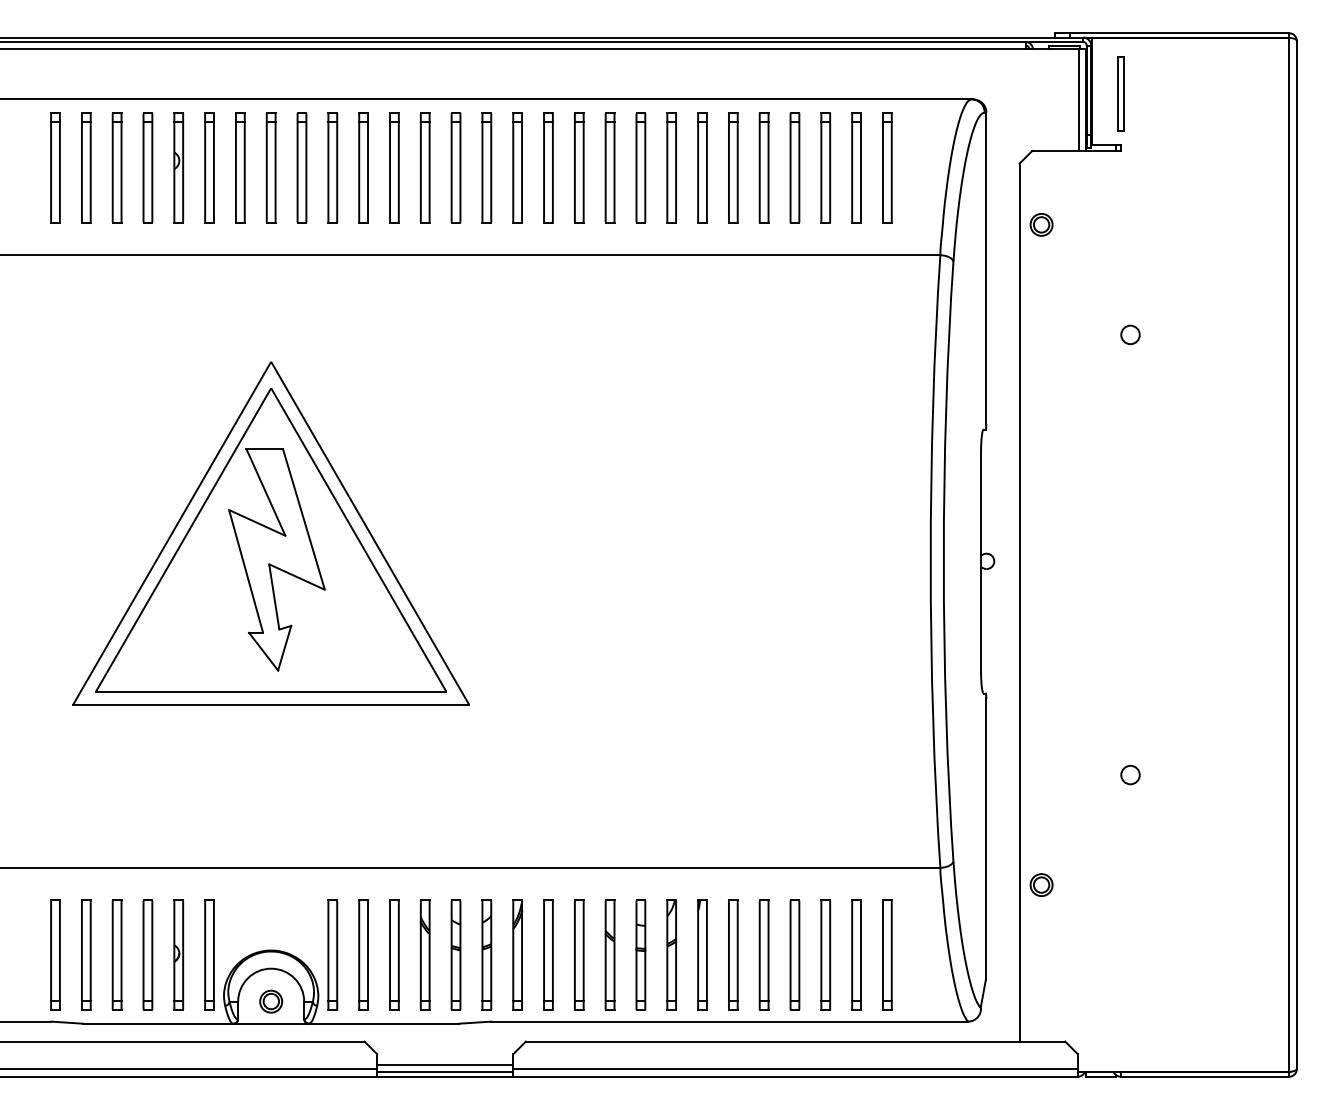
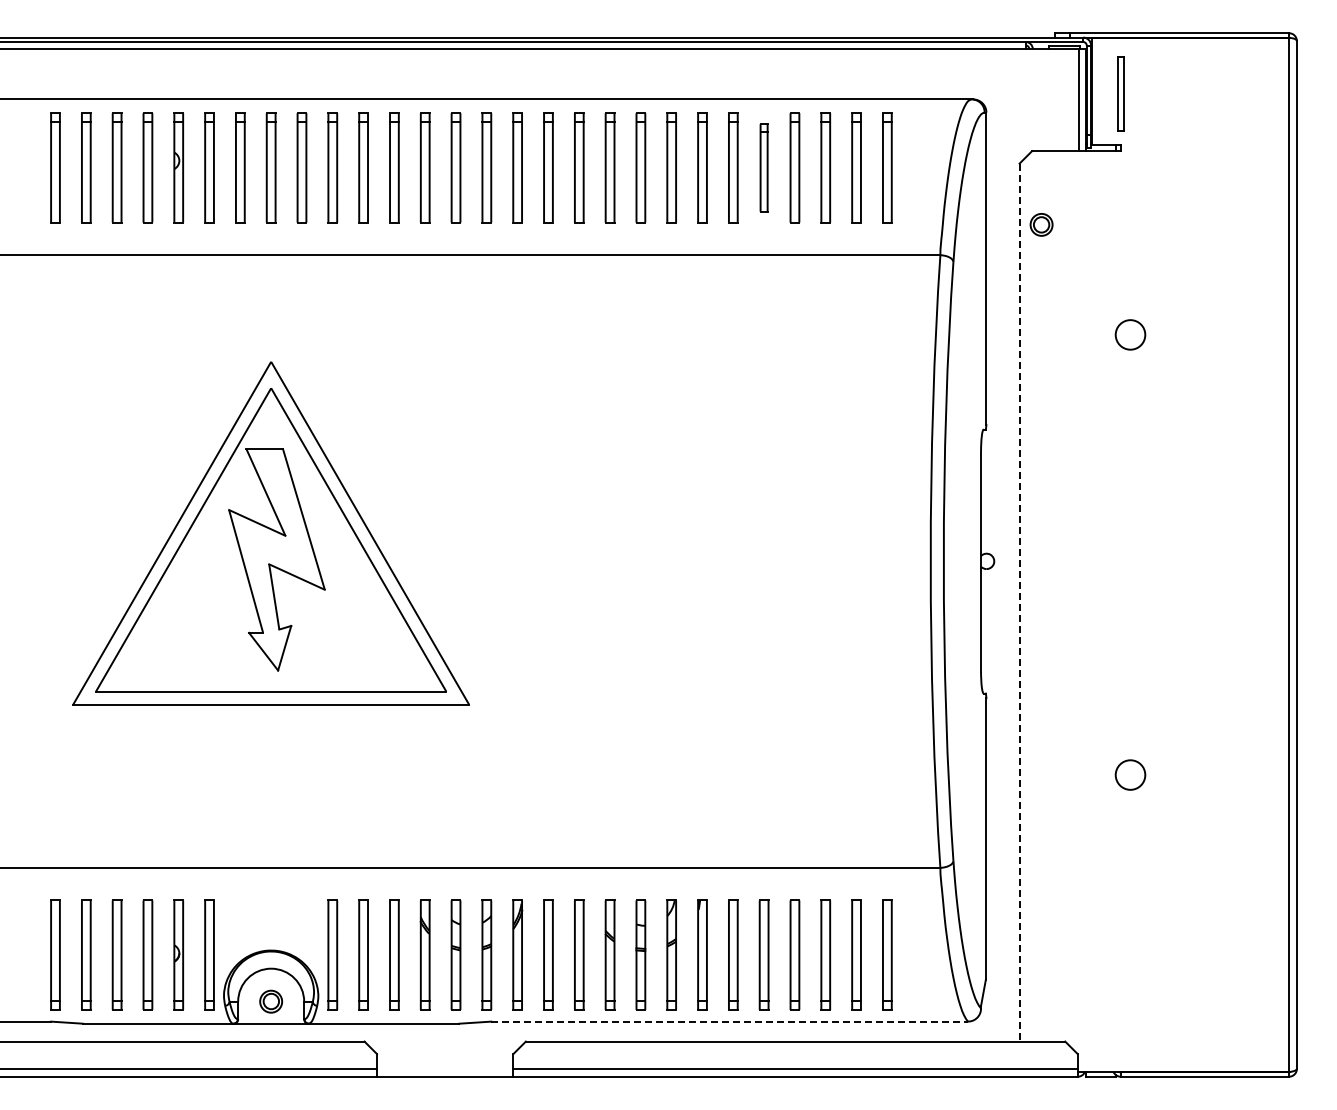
part at (763, 167) size: 12x112 px -> 10x90 px
circle at (1130, 334) diameter: 18 px -> 30 px
line at (1019, 602): solid -> dashed
circle at (1130, 774) diameter: 18 px -> 30 px
part at (1041, 884): present -> none
line at (730, 1021): solid -> dashed
line at (444, 1065): present -> none
line at (444, 1072): present -> none
